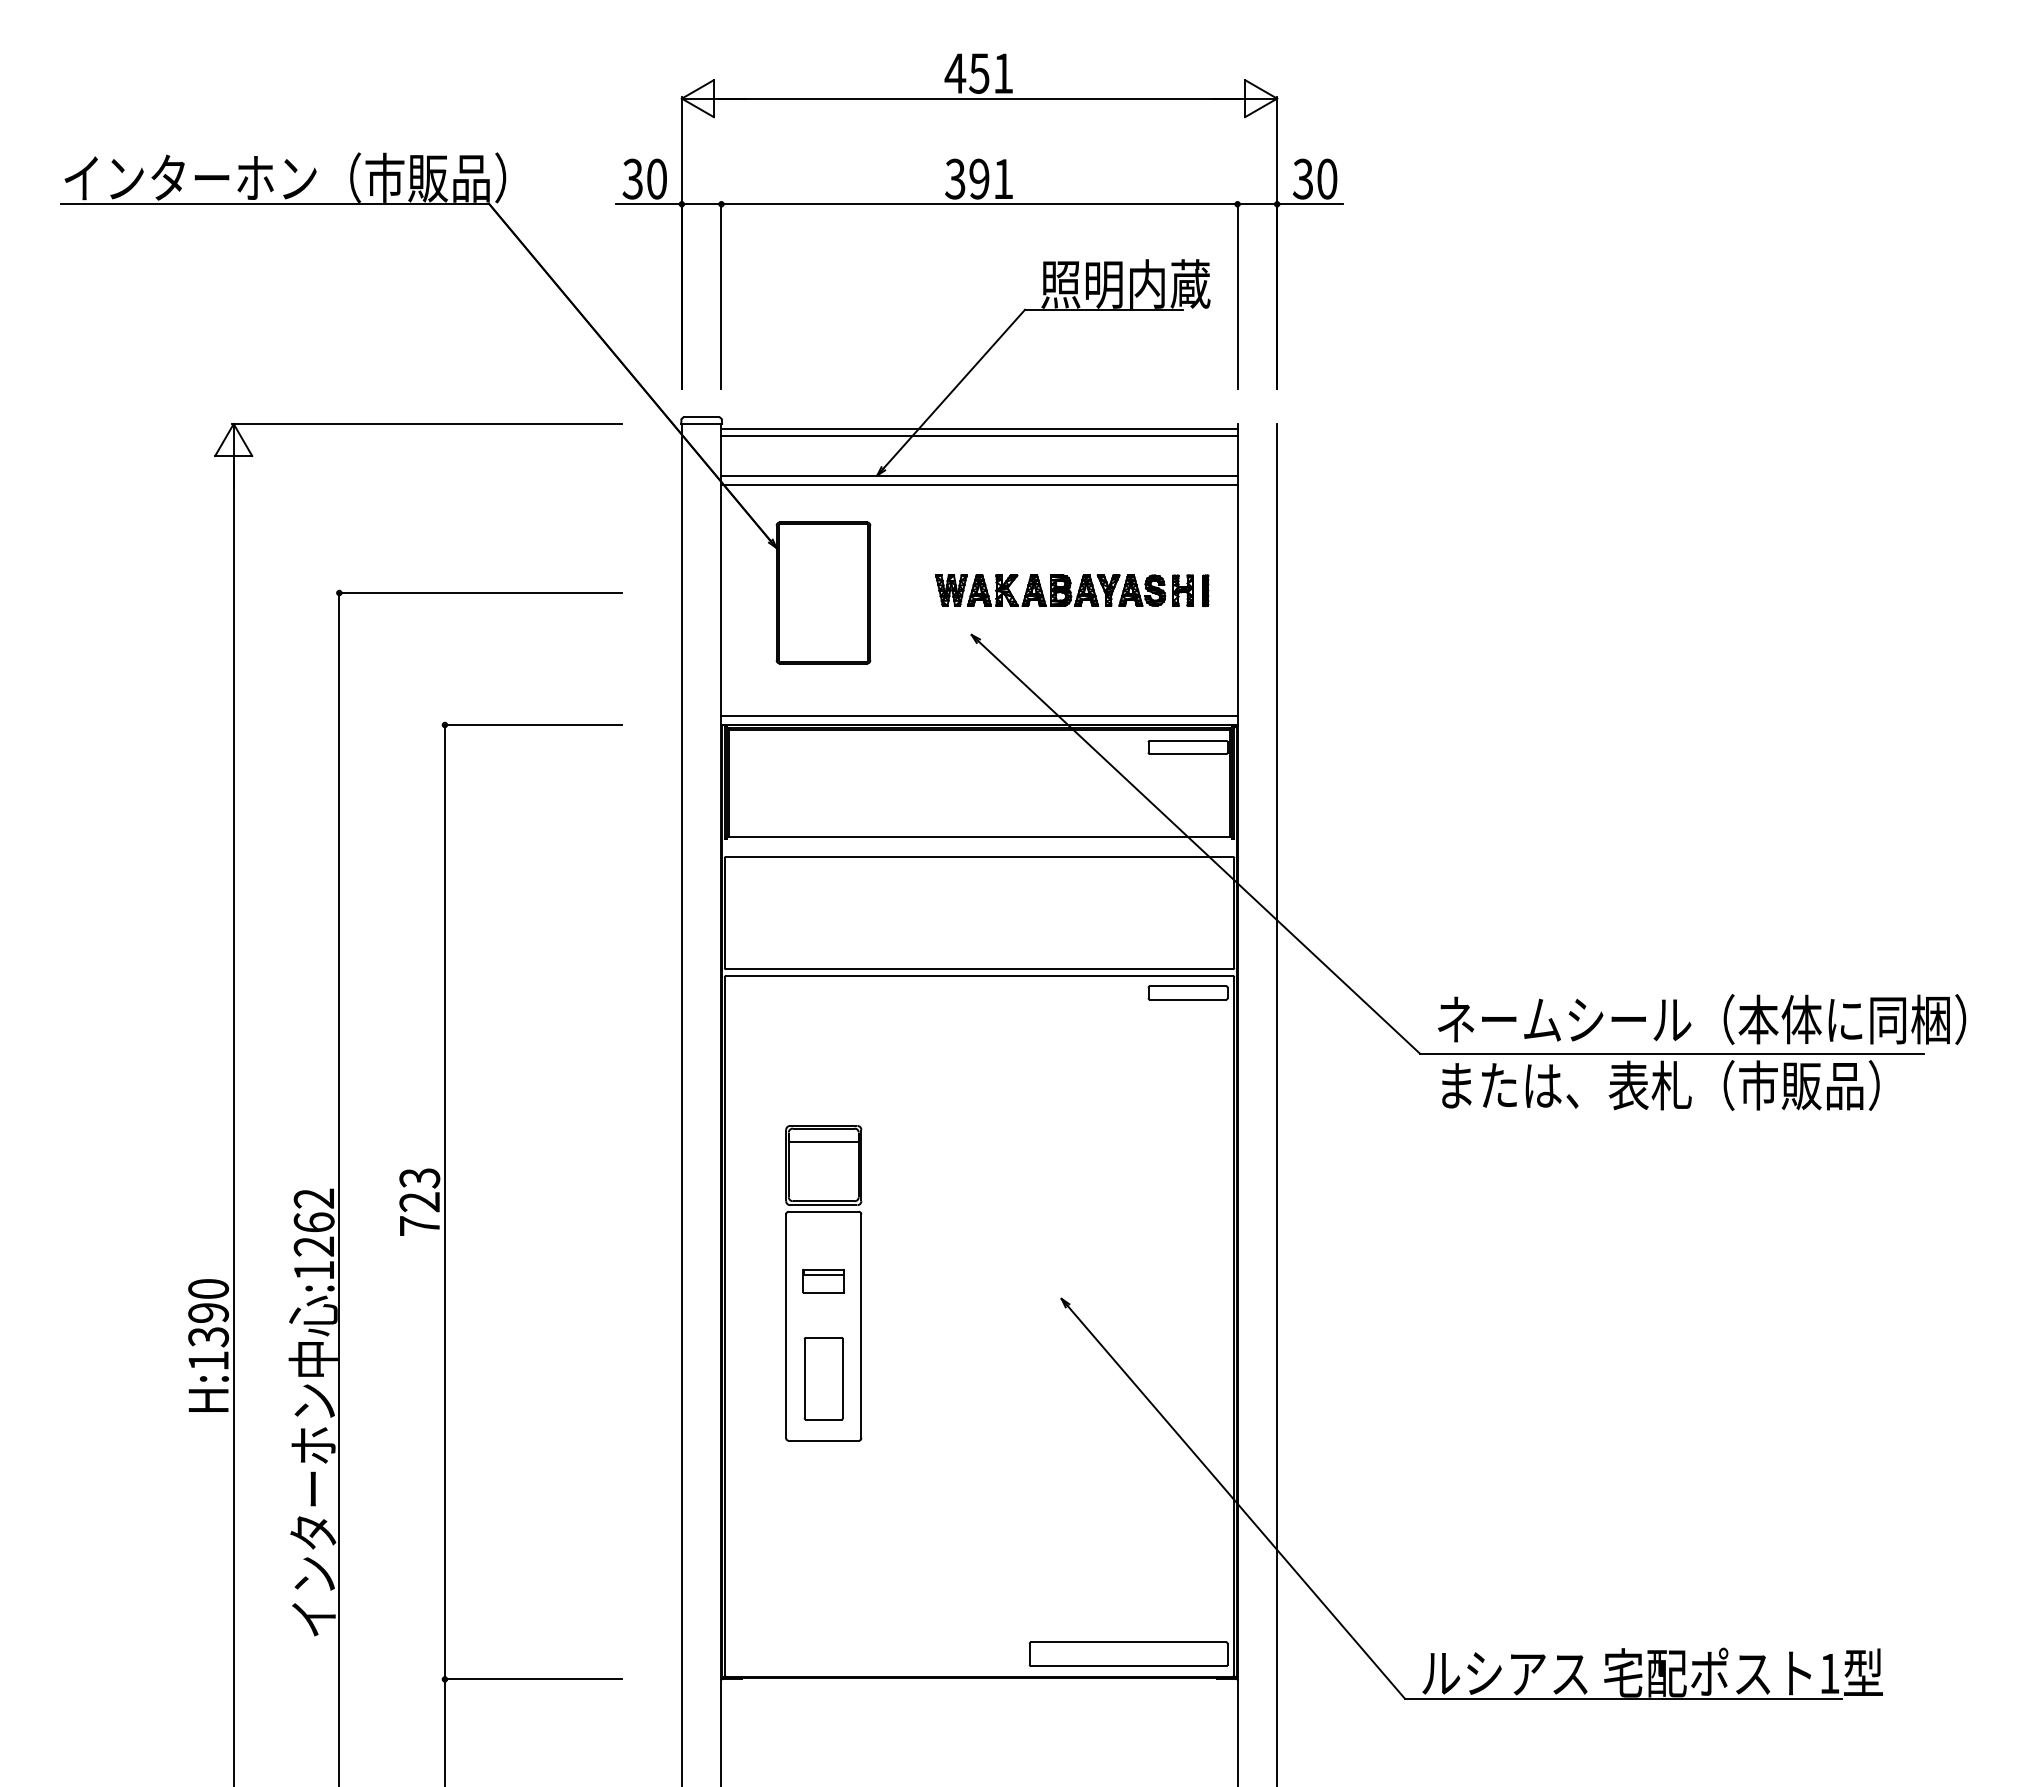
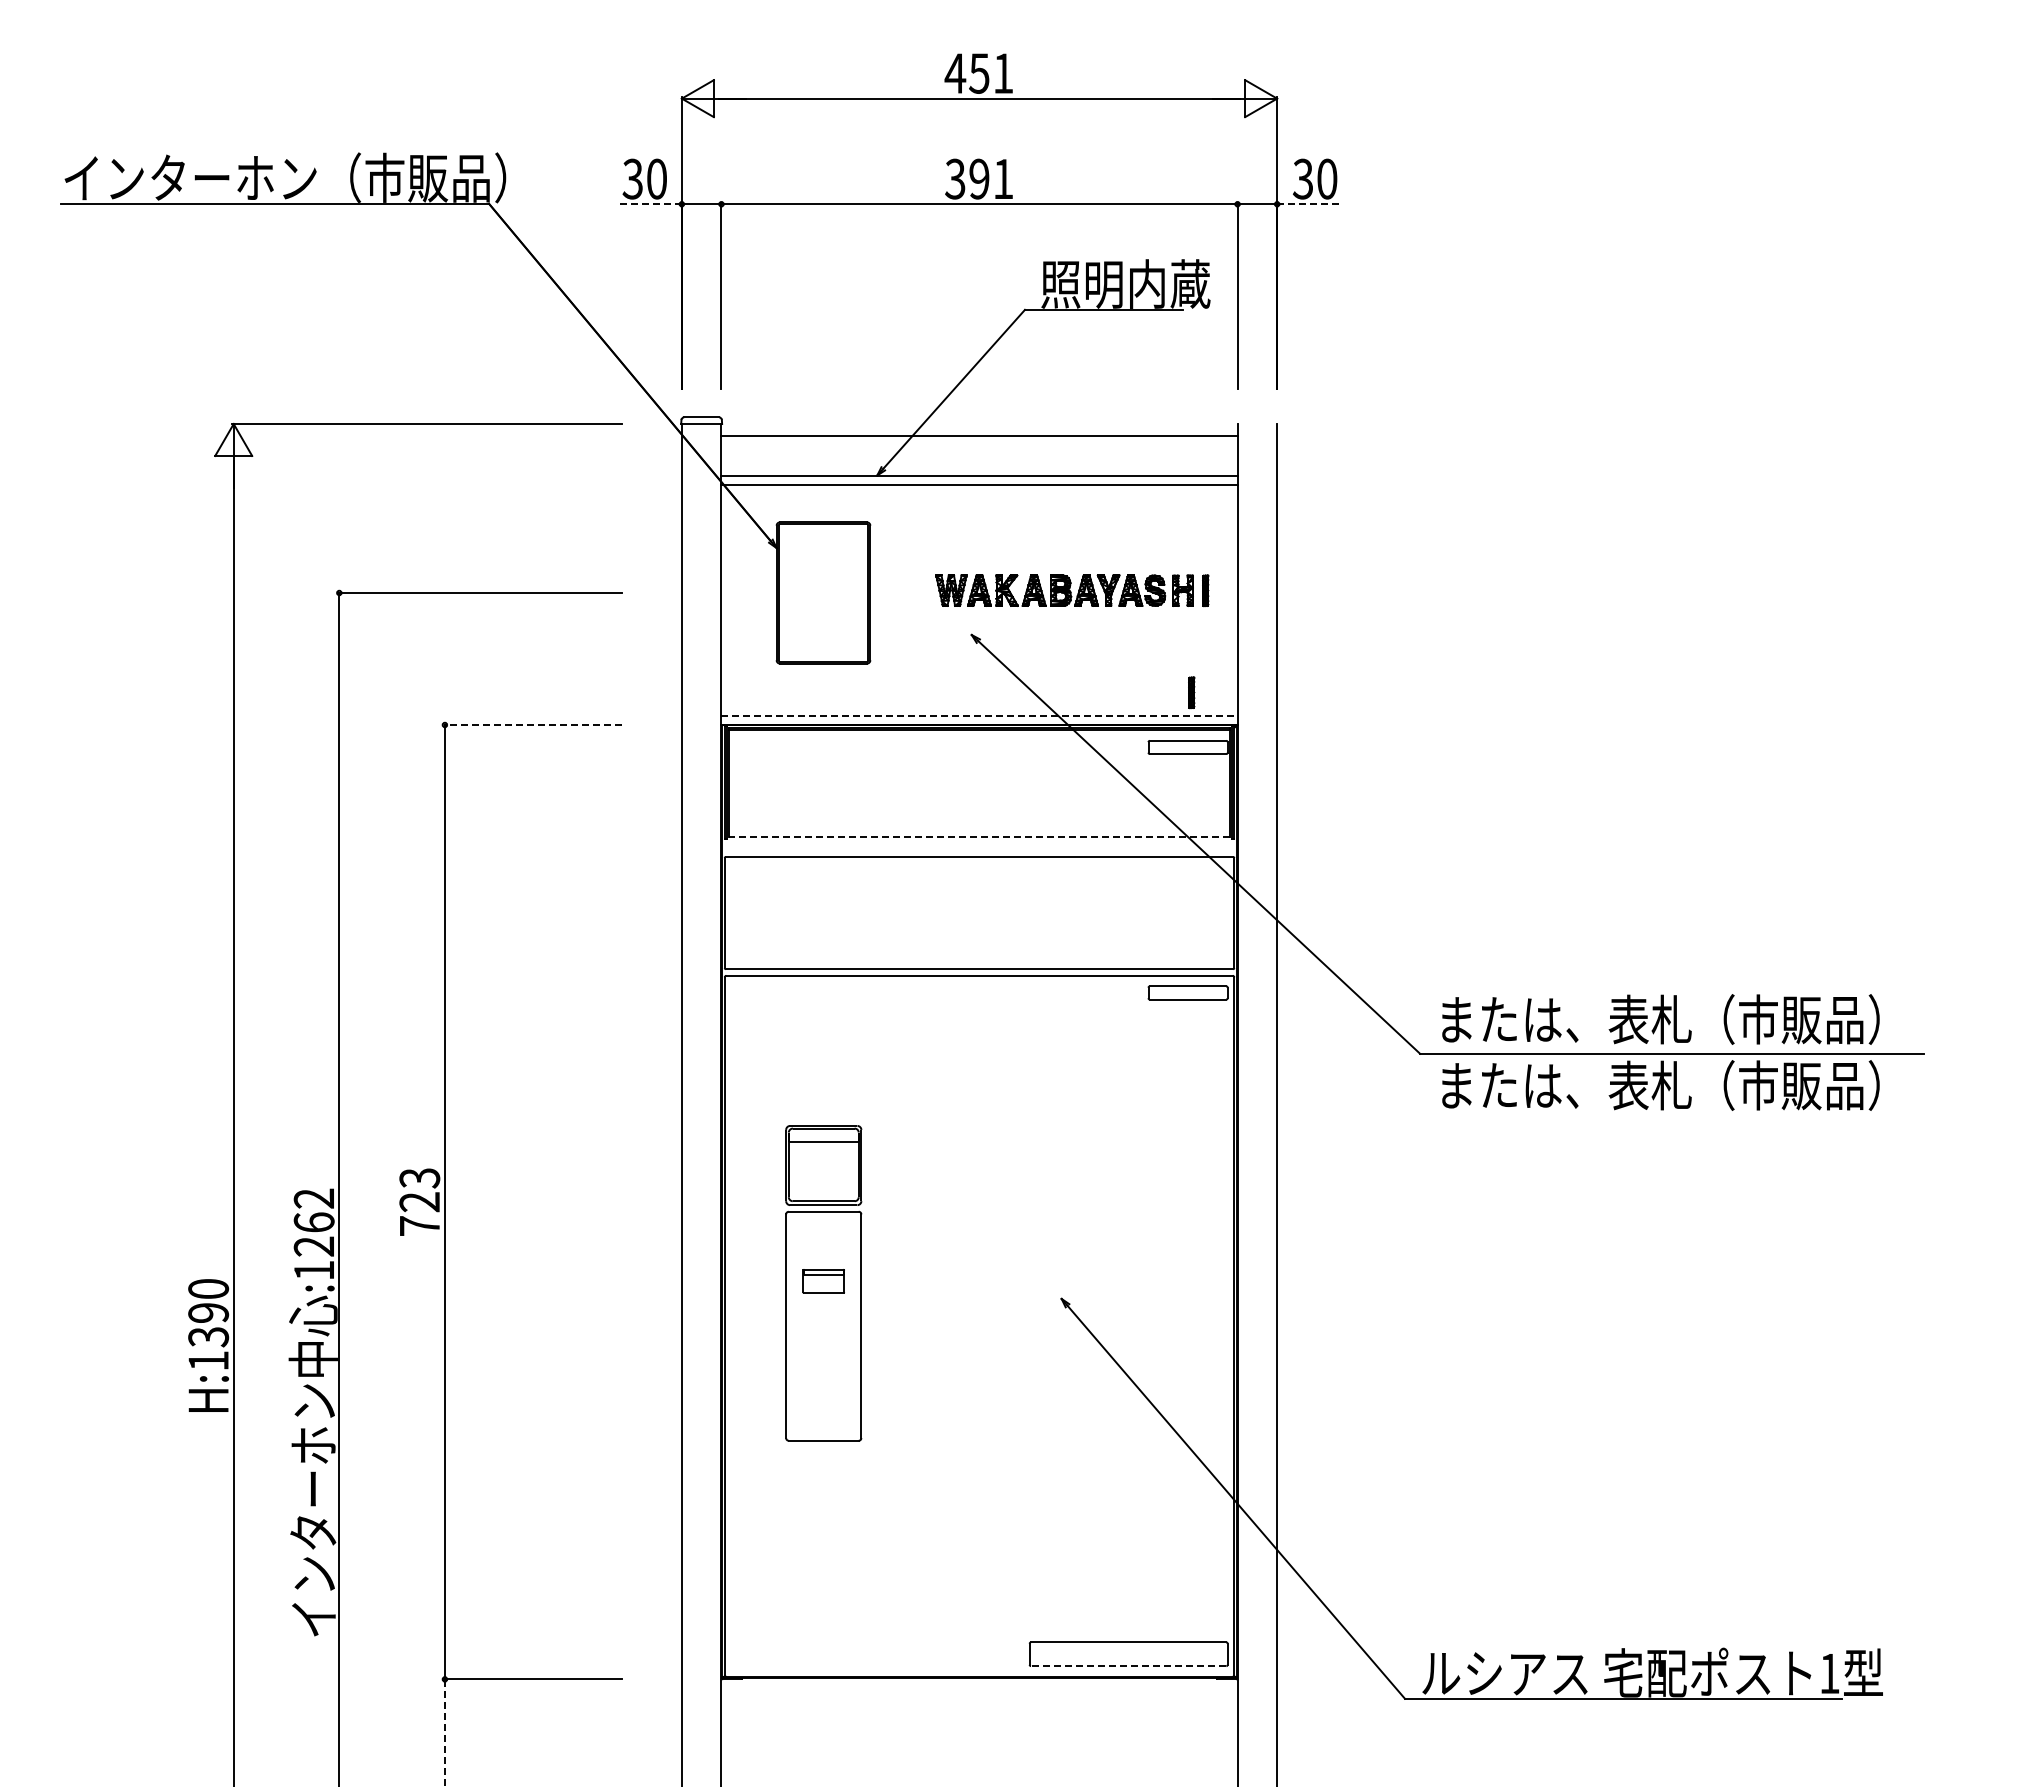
line at (648, 204): solid -> dashed
line at (1310, 204): solid -> dashed
line at (979, 429): present -> none
part at (1191, 692): none -> present
line at (980, 716): solid -> dashed
line at (532, 725): solid -> dashed
line at (979, 837): solid -> dashed
text at (1702, 1019): ネームシール（本体に同梱） -> または、表札（市販品）
part at (823, 1378): present -> none
line at (1128, 1666): solid -> dashed
line at (444, 1732): solid -> dashed
